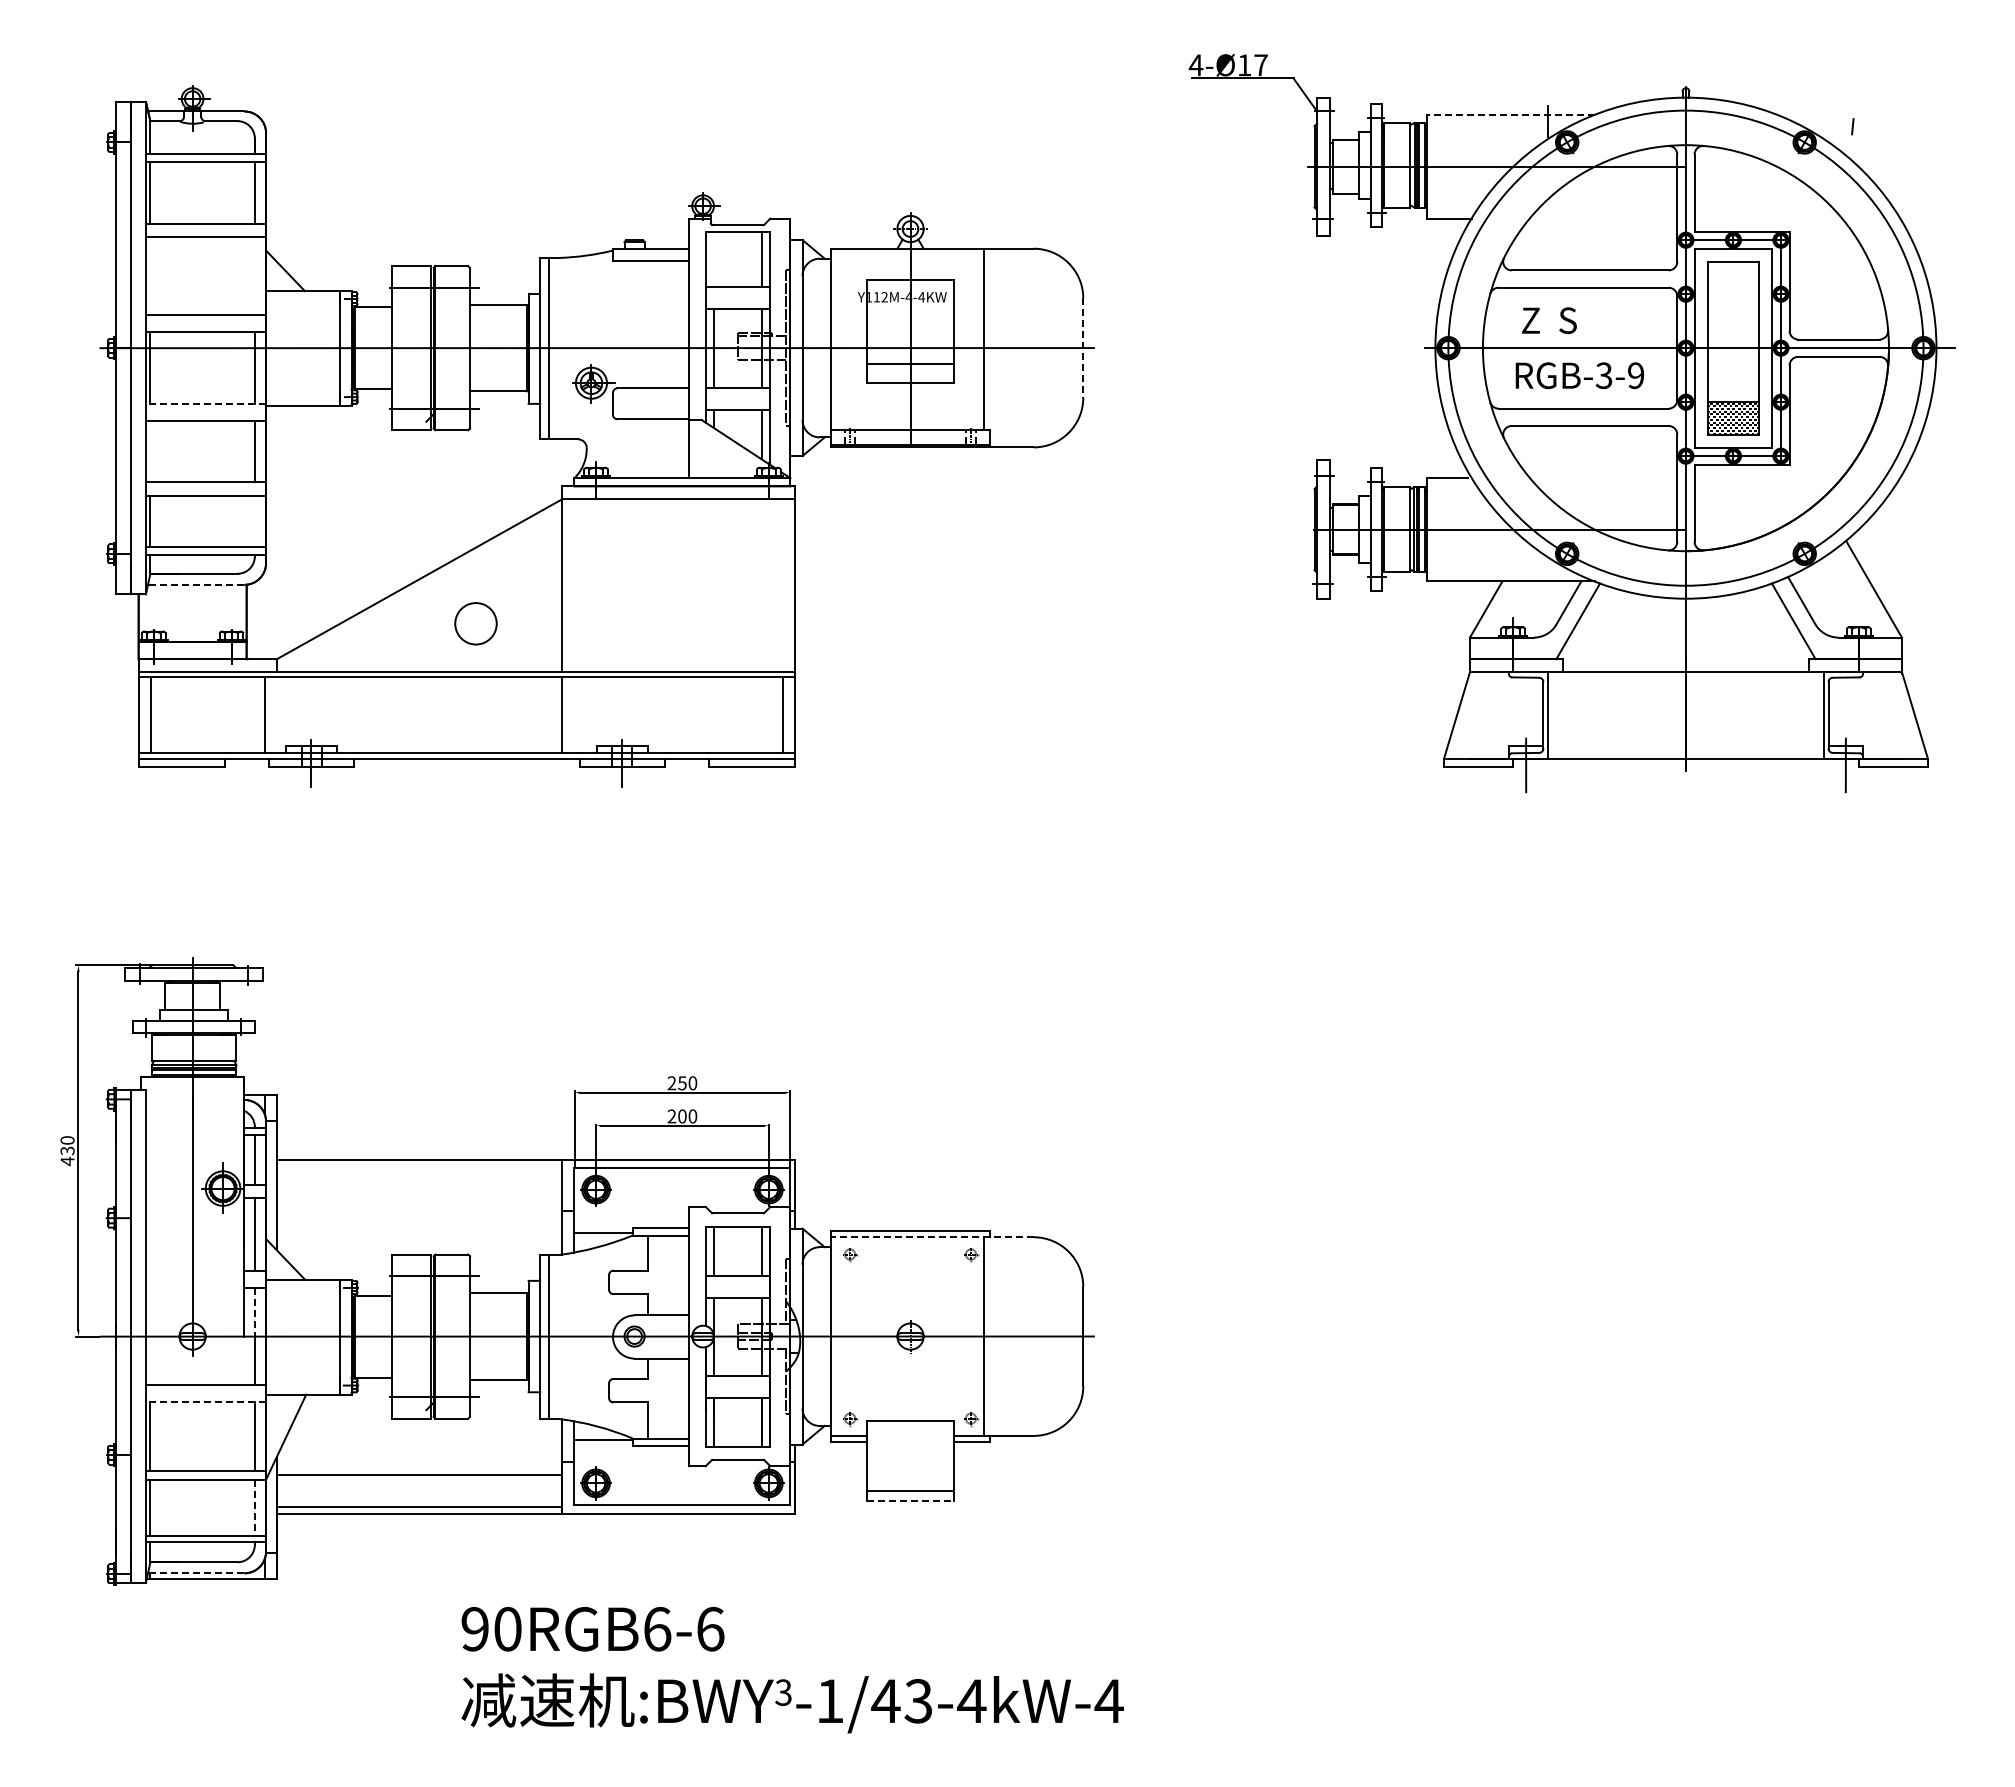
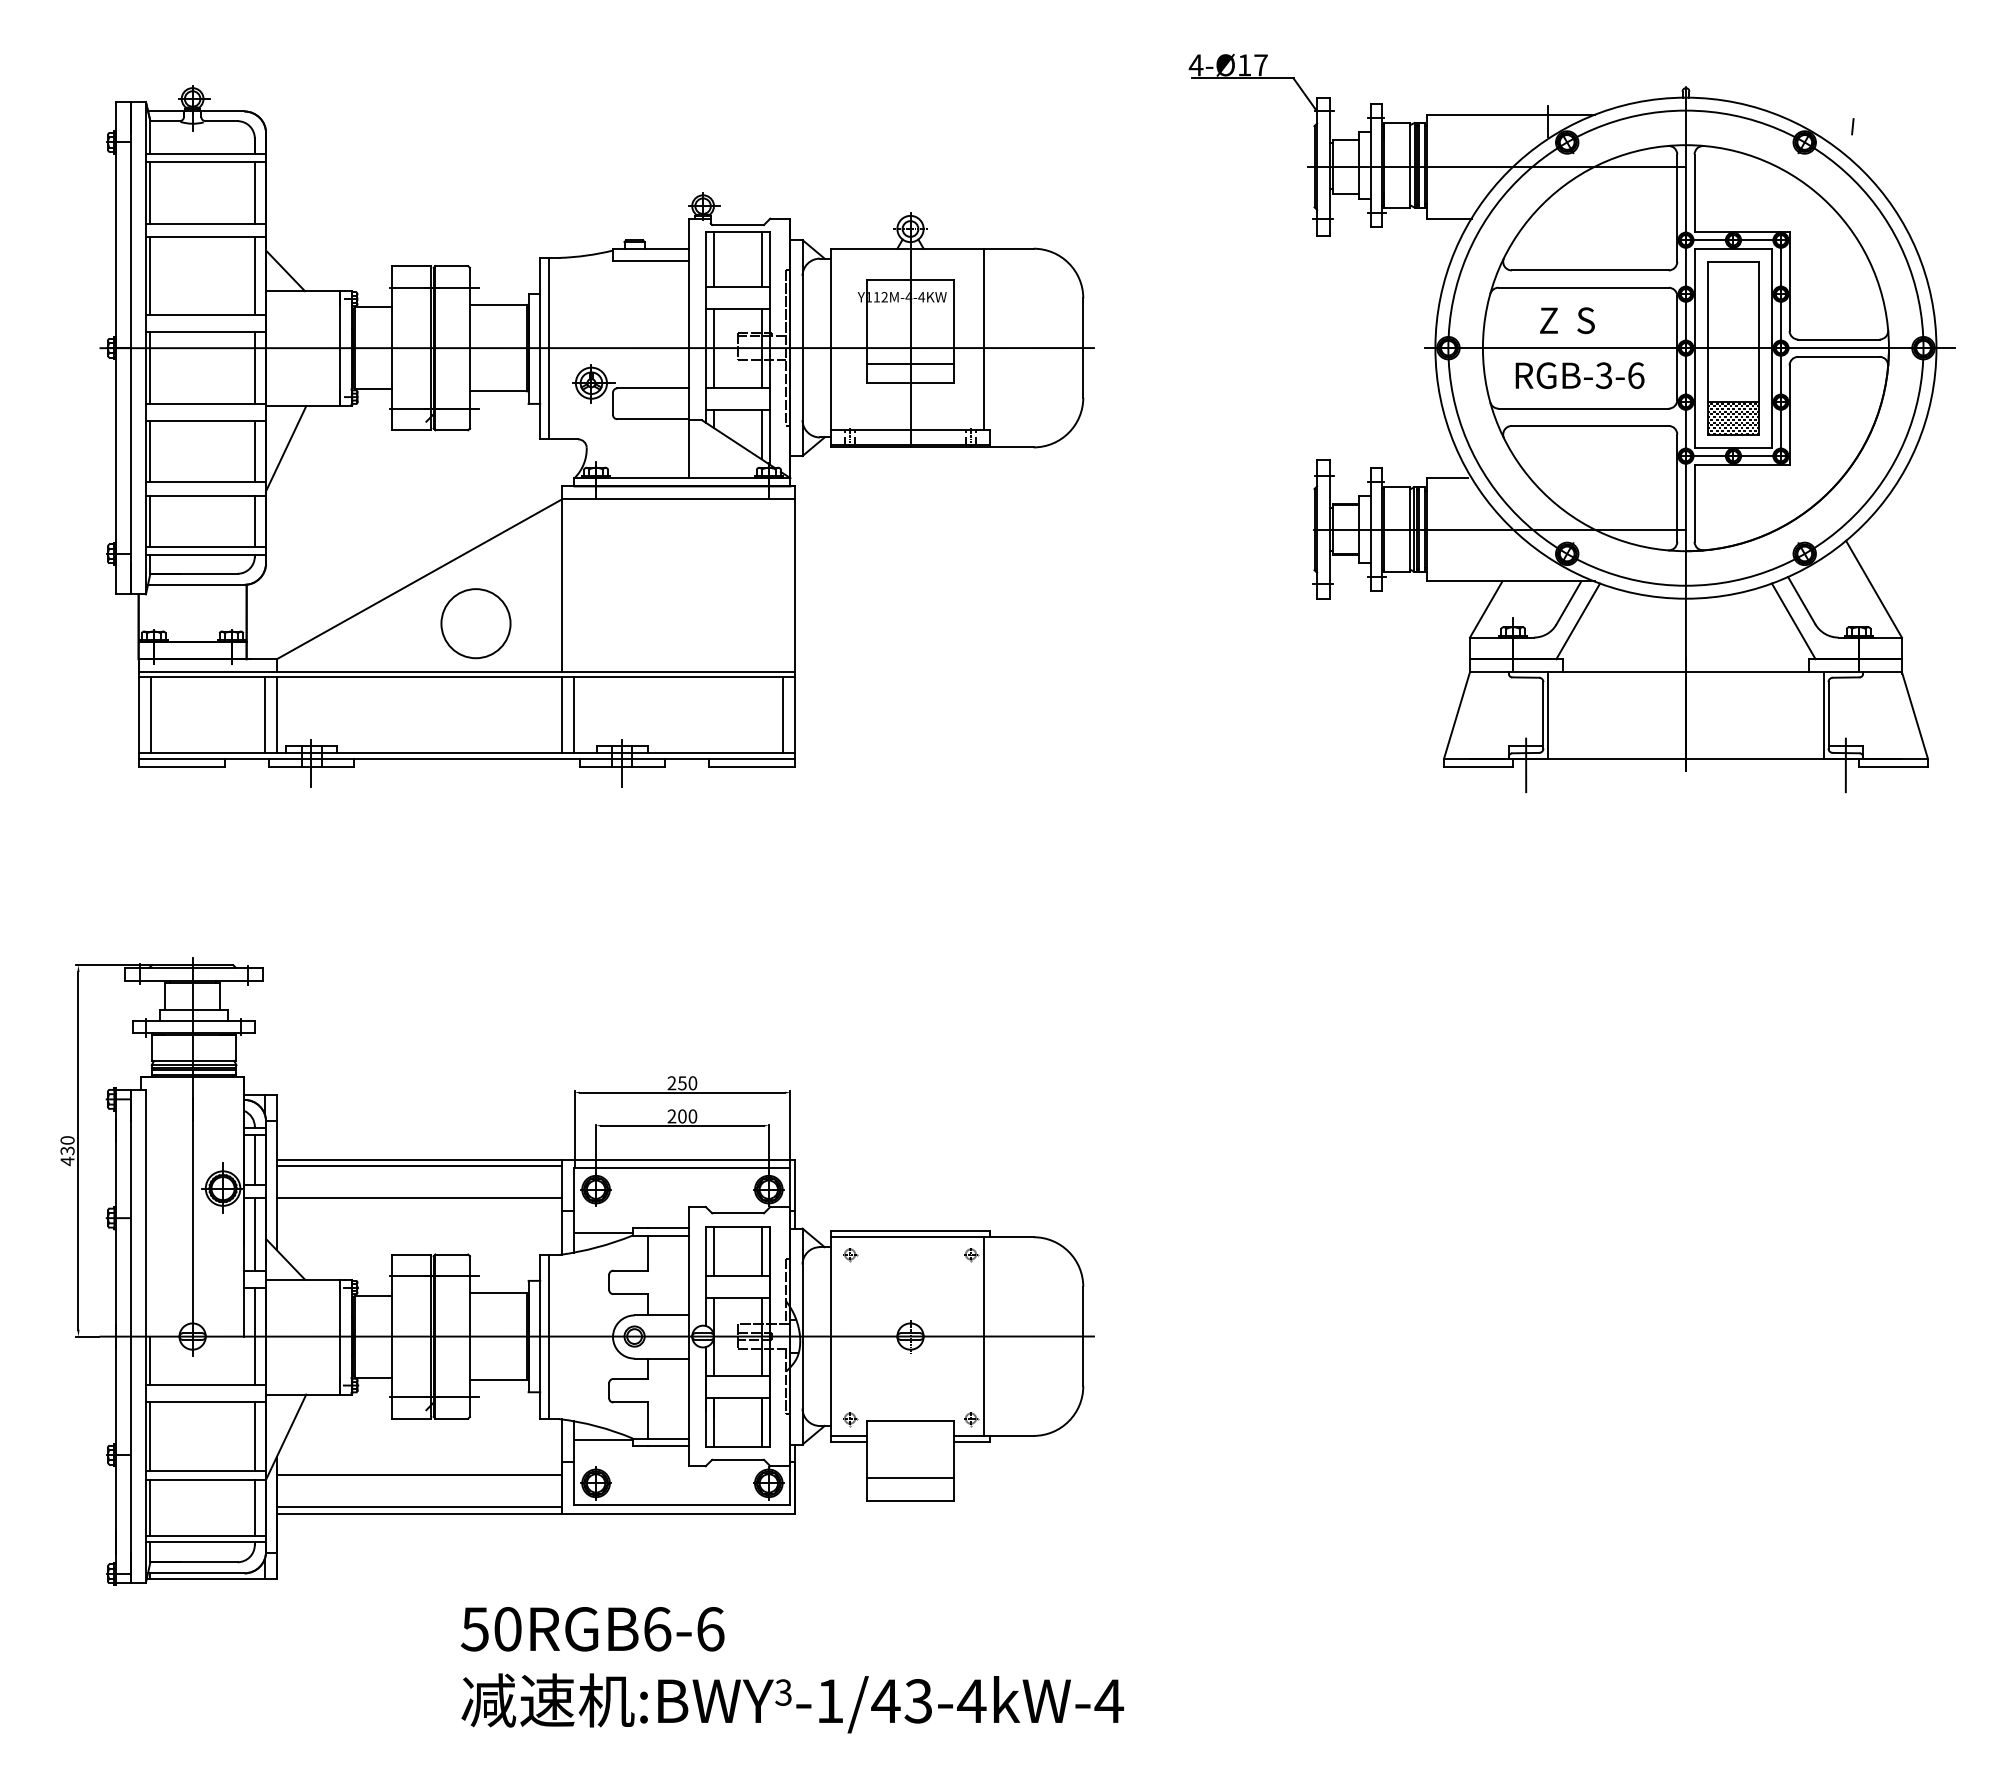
line at (1510, 114): dashed -> solid
line at (714, 259): none -> present
line at (150, 275): none -> present
line at (254, 275): none -> present
text at (1549, 320) position: (1549, 320) -> (1567, 320)
line at (1083, 348): dashed -> solid
text at (1636, 375): RGB-3-9 -> RGB-3-6
line at (205, 404): dashed -> solid
line at (286, 448): none -> present
line at (150, 451): none -> present
line at (254, 521): none -> present
line at (195, 584): dashed -> solid
circle at (475, 623) size: 44x44 px -> 72x72 px
line at (277, 715): none -> present
line at (574, 715): none -> present
line at (418, 1166): none -> present
line at (418, 1198): none -> present
line at (932, 1237): dashed -> solid
line at (254, 1312): dashed -> solid
line at (150, 1360): none -> present
line at (205, 1402): dashed -> solid
line at (910, 1491) position: (910, 1491) -> (910, 1478)
line at (911, 1500): dashed -> solid
line at (254, 1508): dashed -> solid
line at (195, 1573): dashed -> solid
text at (474, 1629): 90RGB6-6 -> 50RGB6-6
